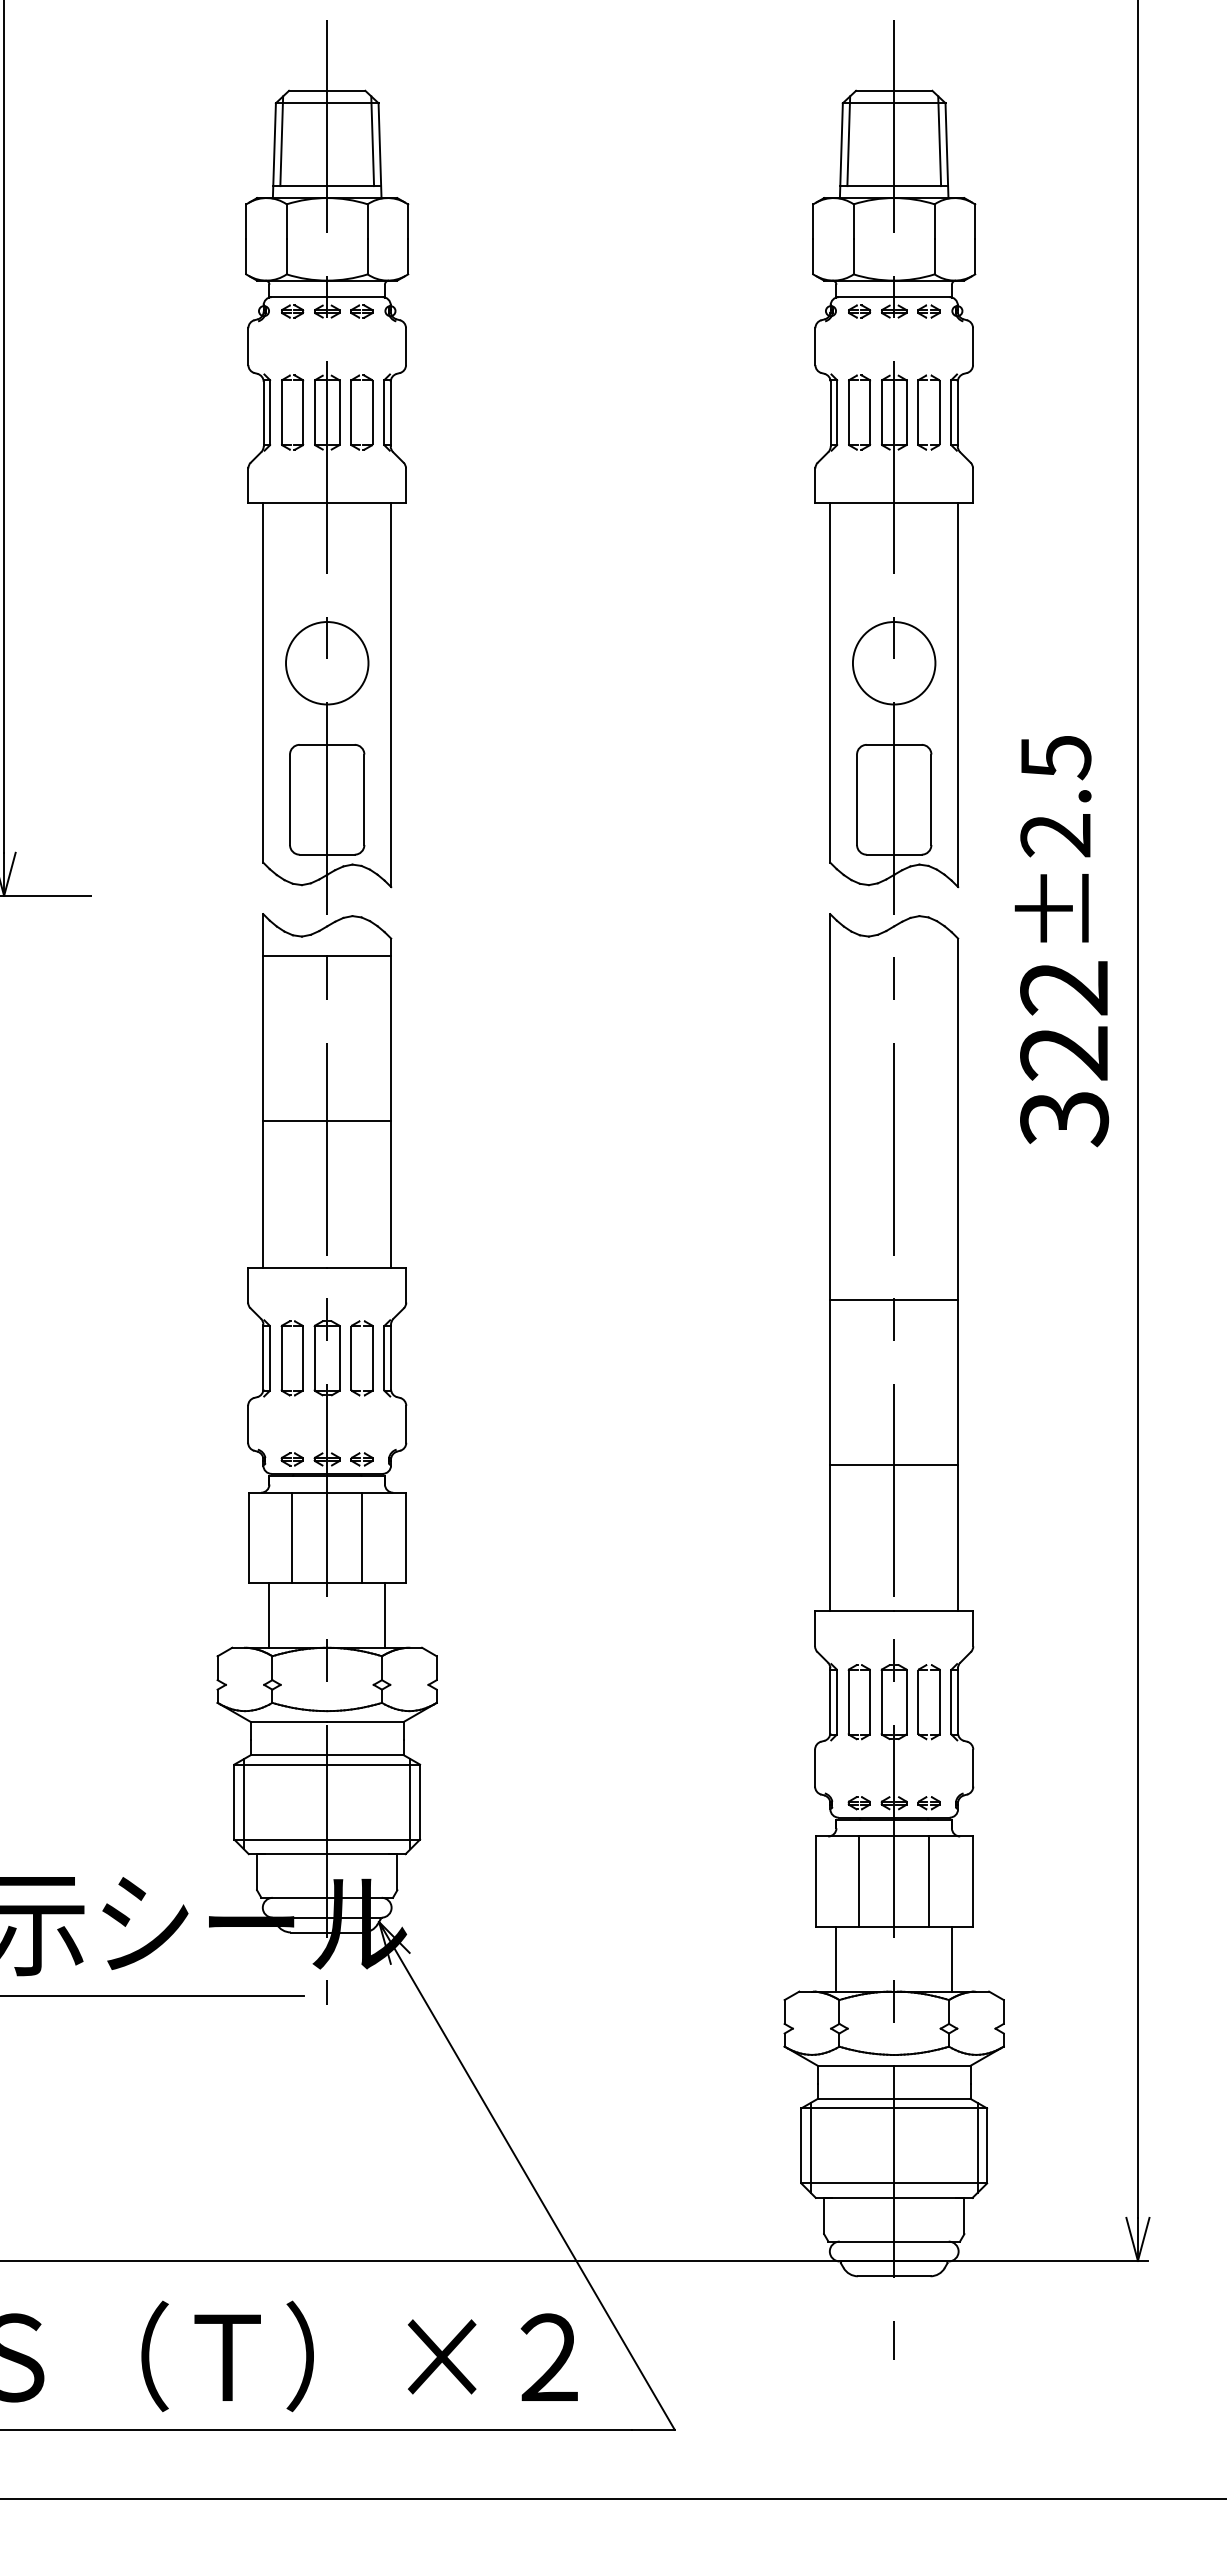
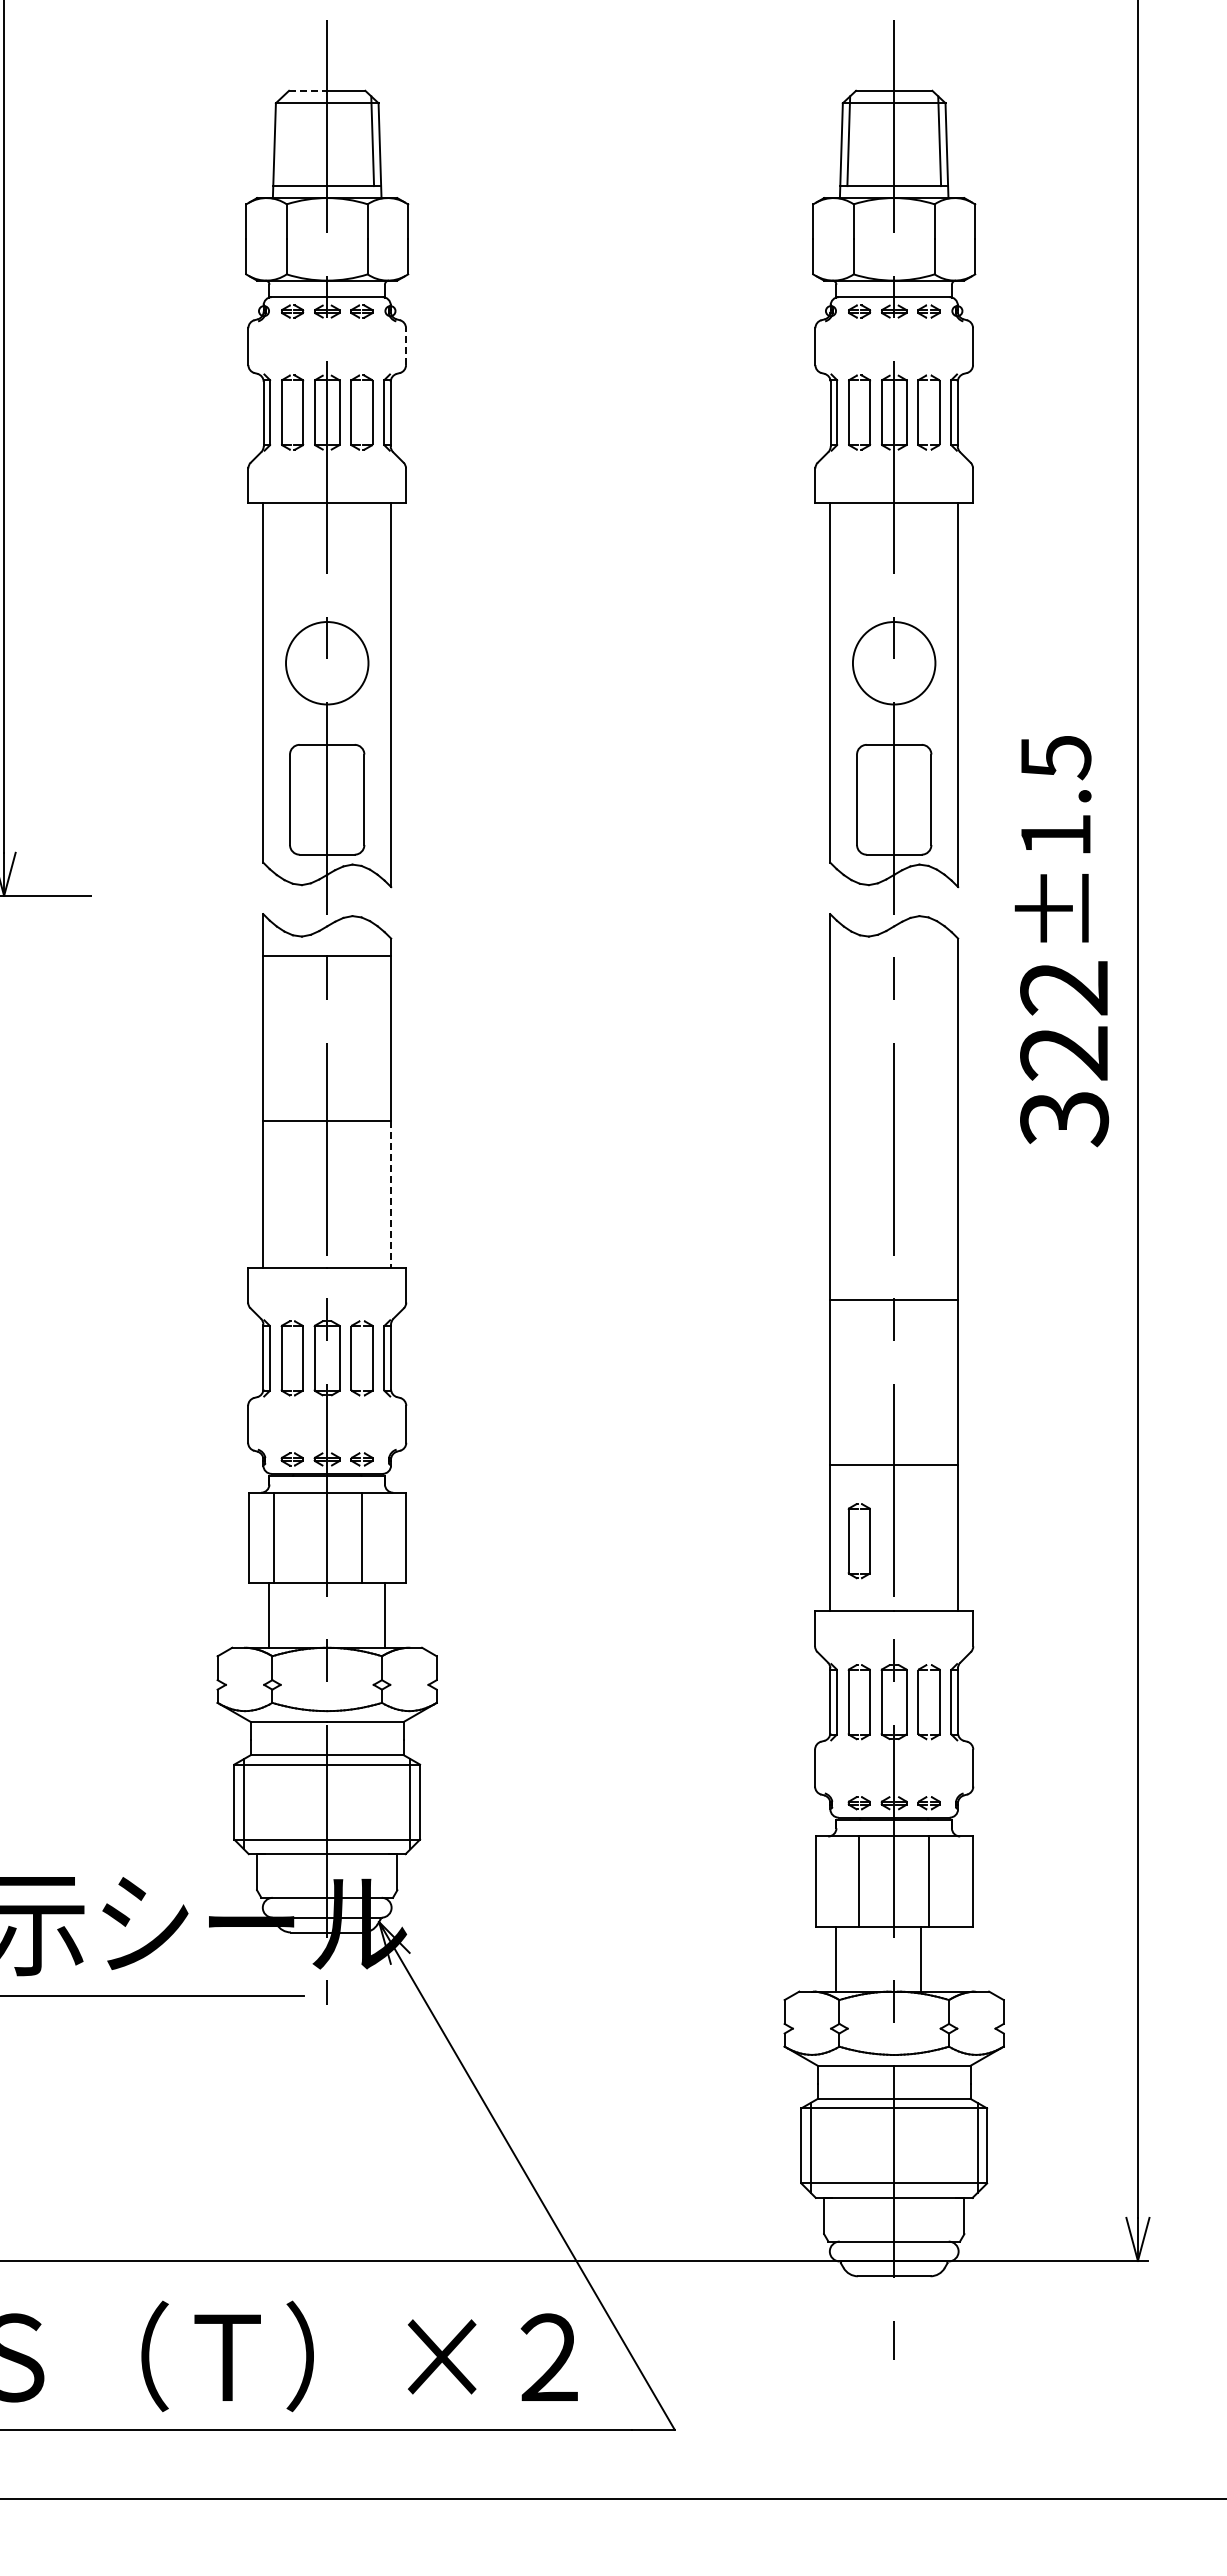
line at (308, 90): solid -> dashed
line at (281, 141): present -> none
line at (406, 346): solid -> dashed
text at (1055, 835): ±2.5 -> ±1.5
line at (391, 1194): solid -> dashed
line at (292, 1537) position: (292, 1537) -> (274, 1537)
part at (849, 1541): none -> present
line at (951, 1959) position: (951, 1959) -> (920, 1959)
